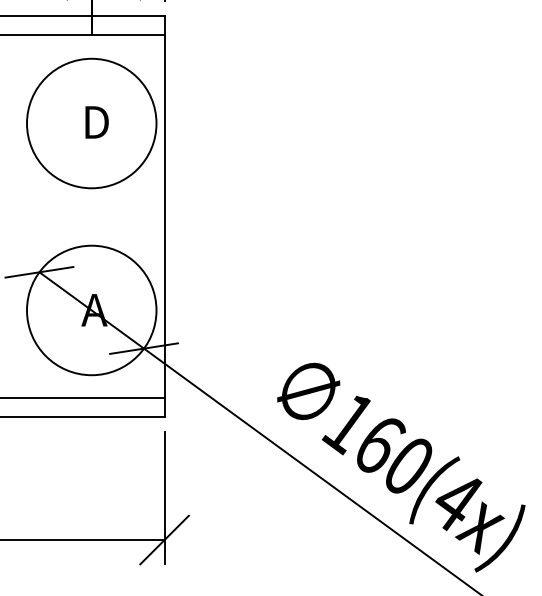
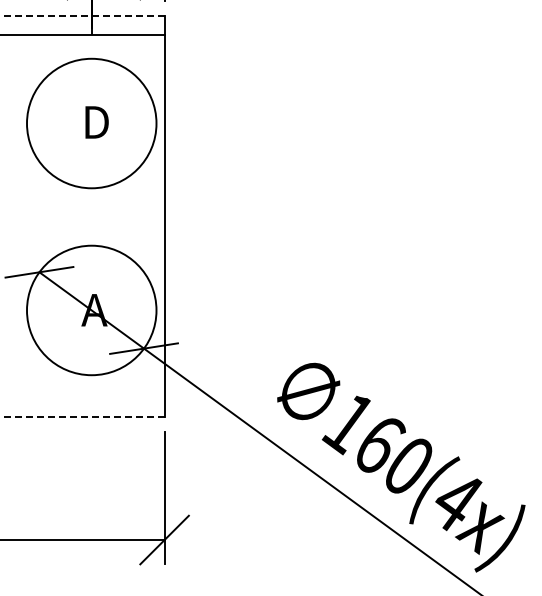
line at (82, 16): solid -> dashed
line at (83, 397): present -> none
line at (82, 416): solid -> dashed
